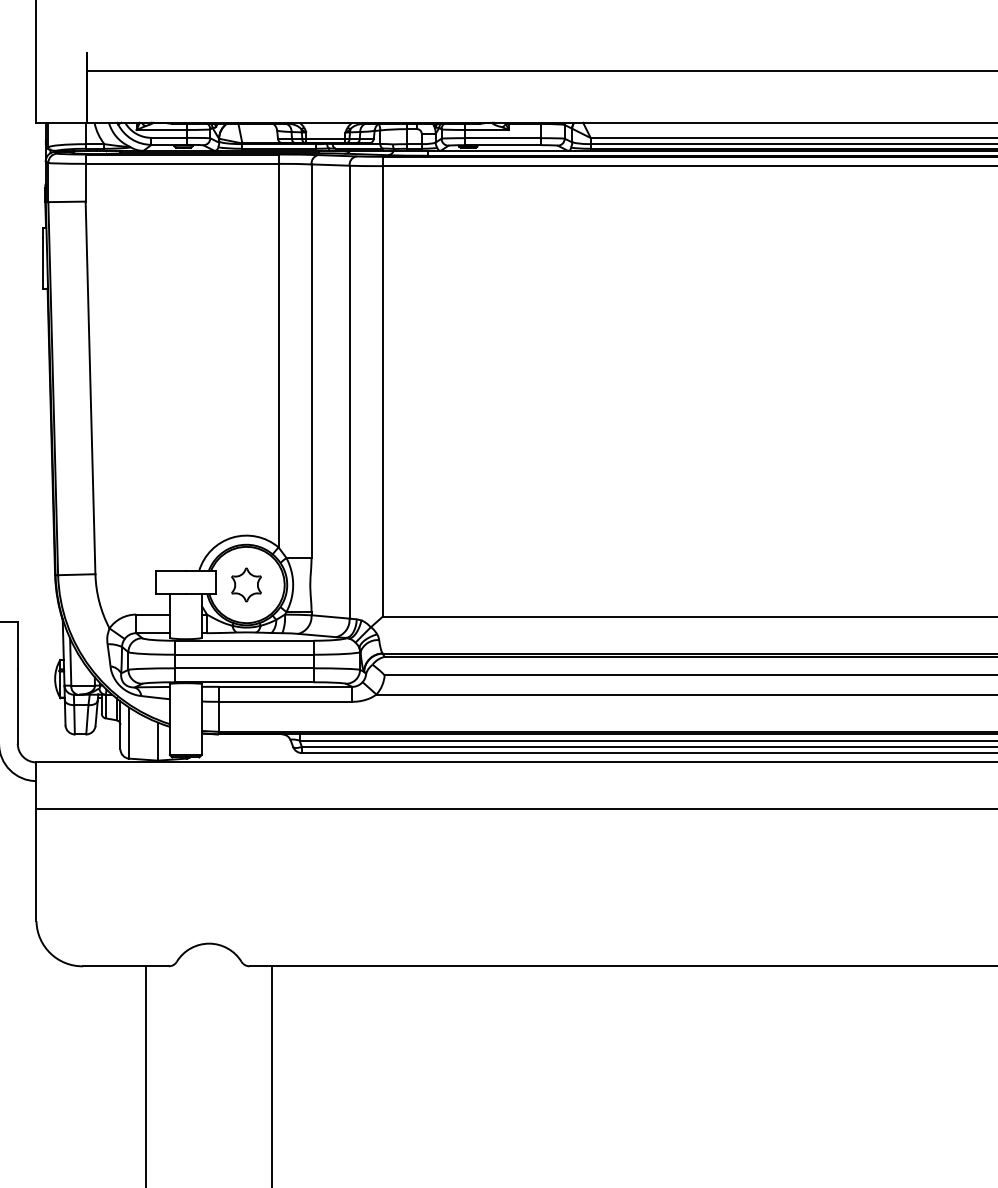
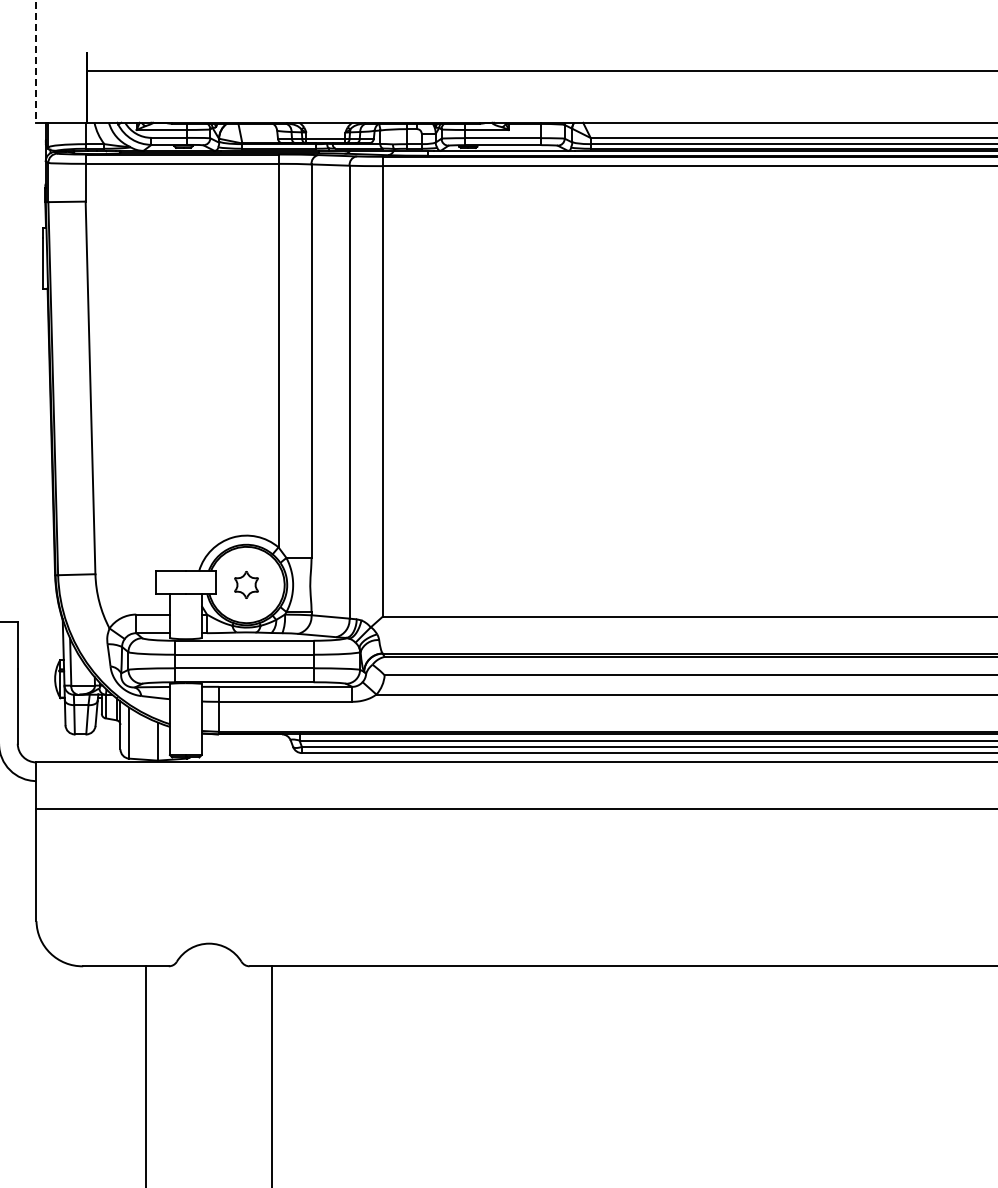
line at (36, 61): solid -> dashed
part at (246, 584) size: 31x36 px -> 25x28 px
